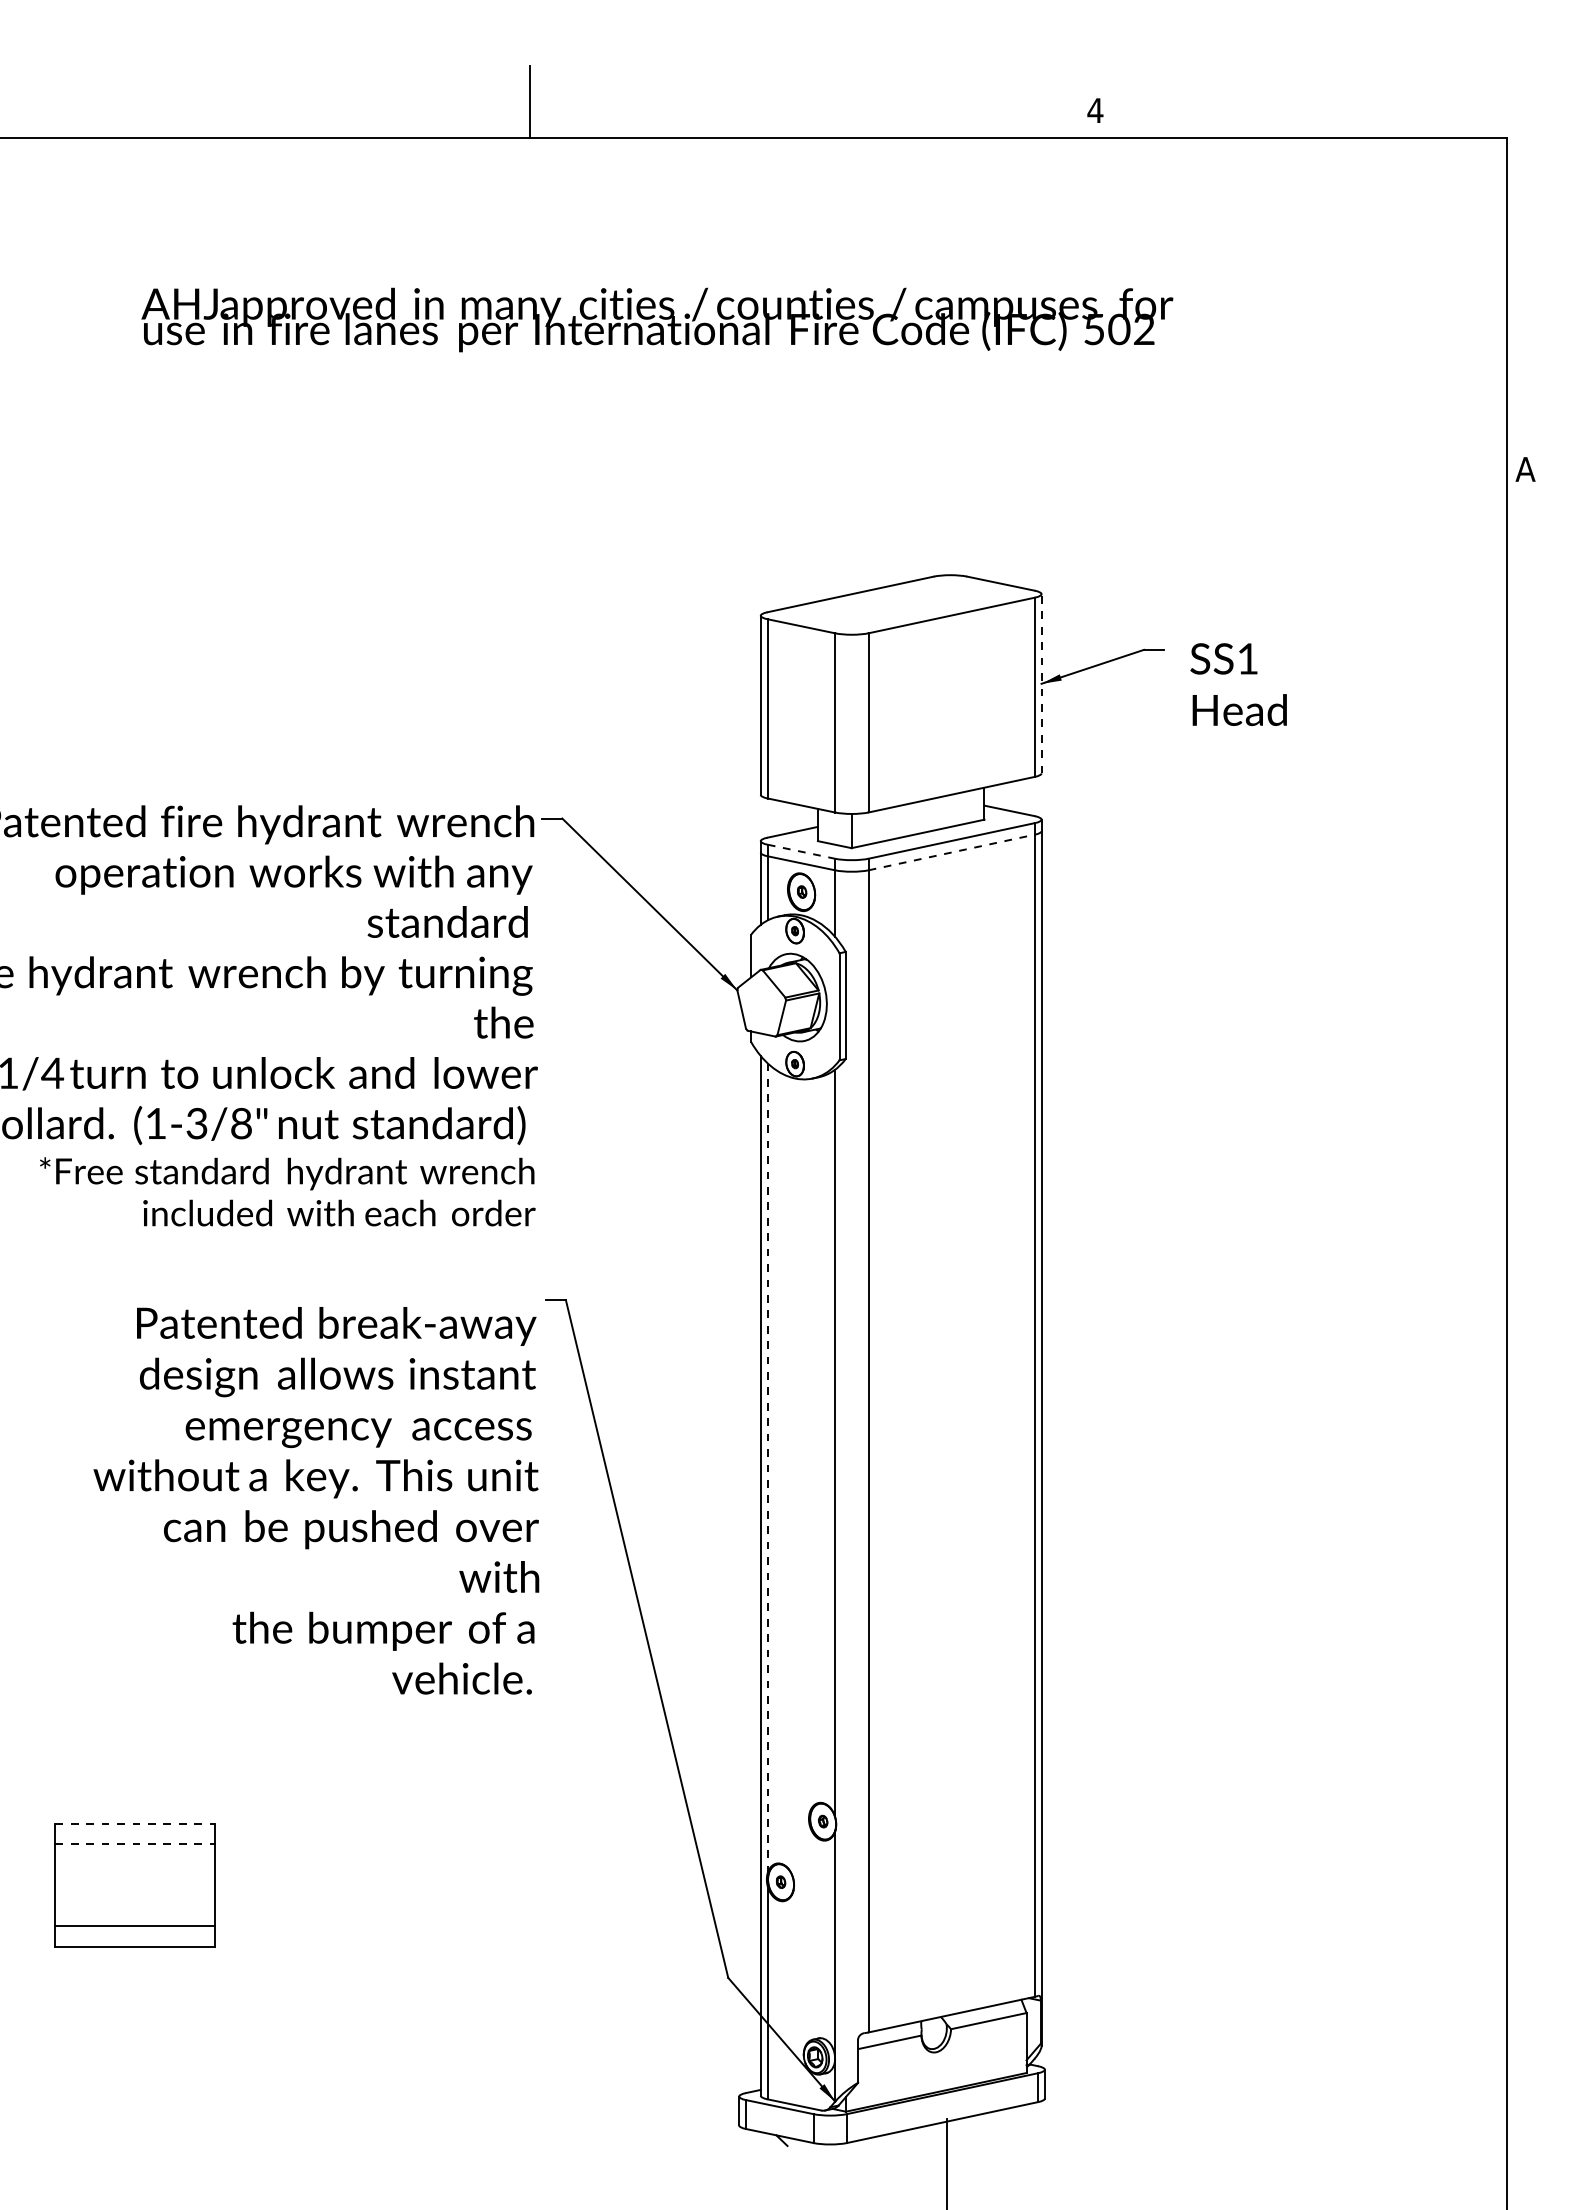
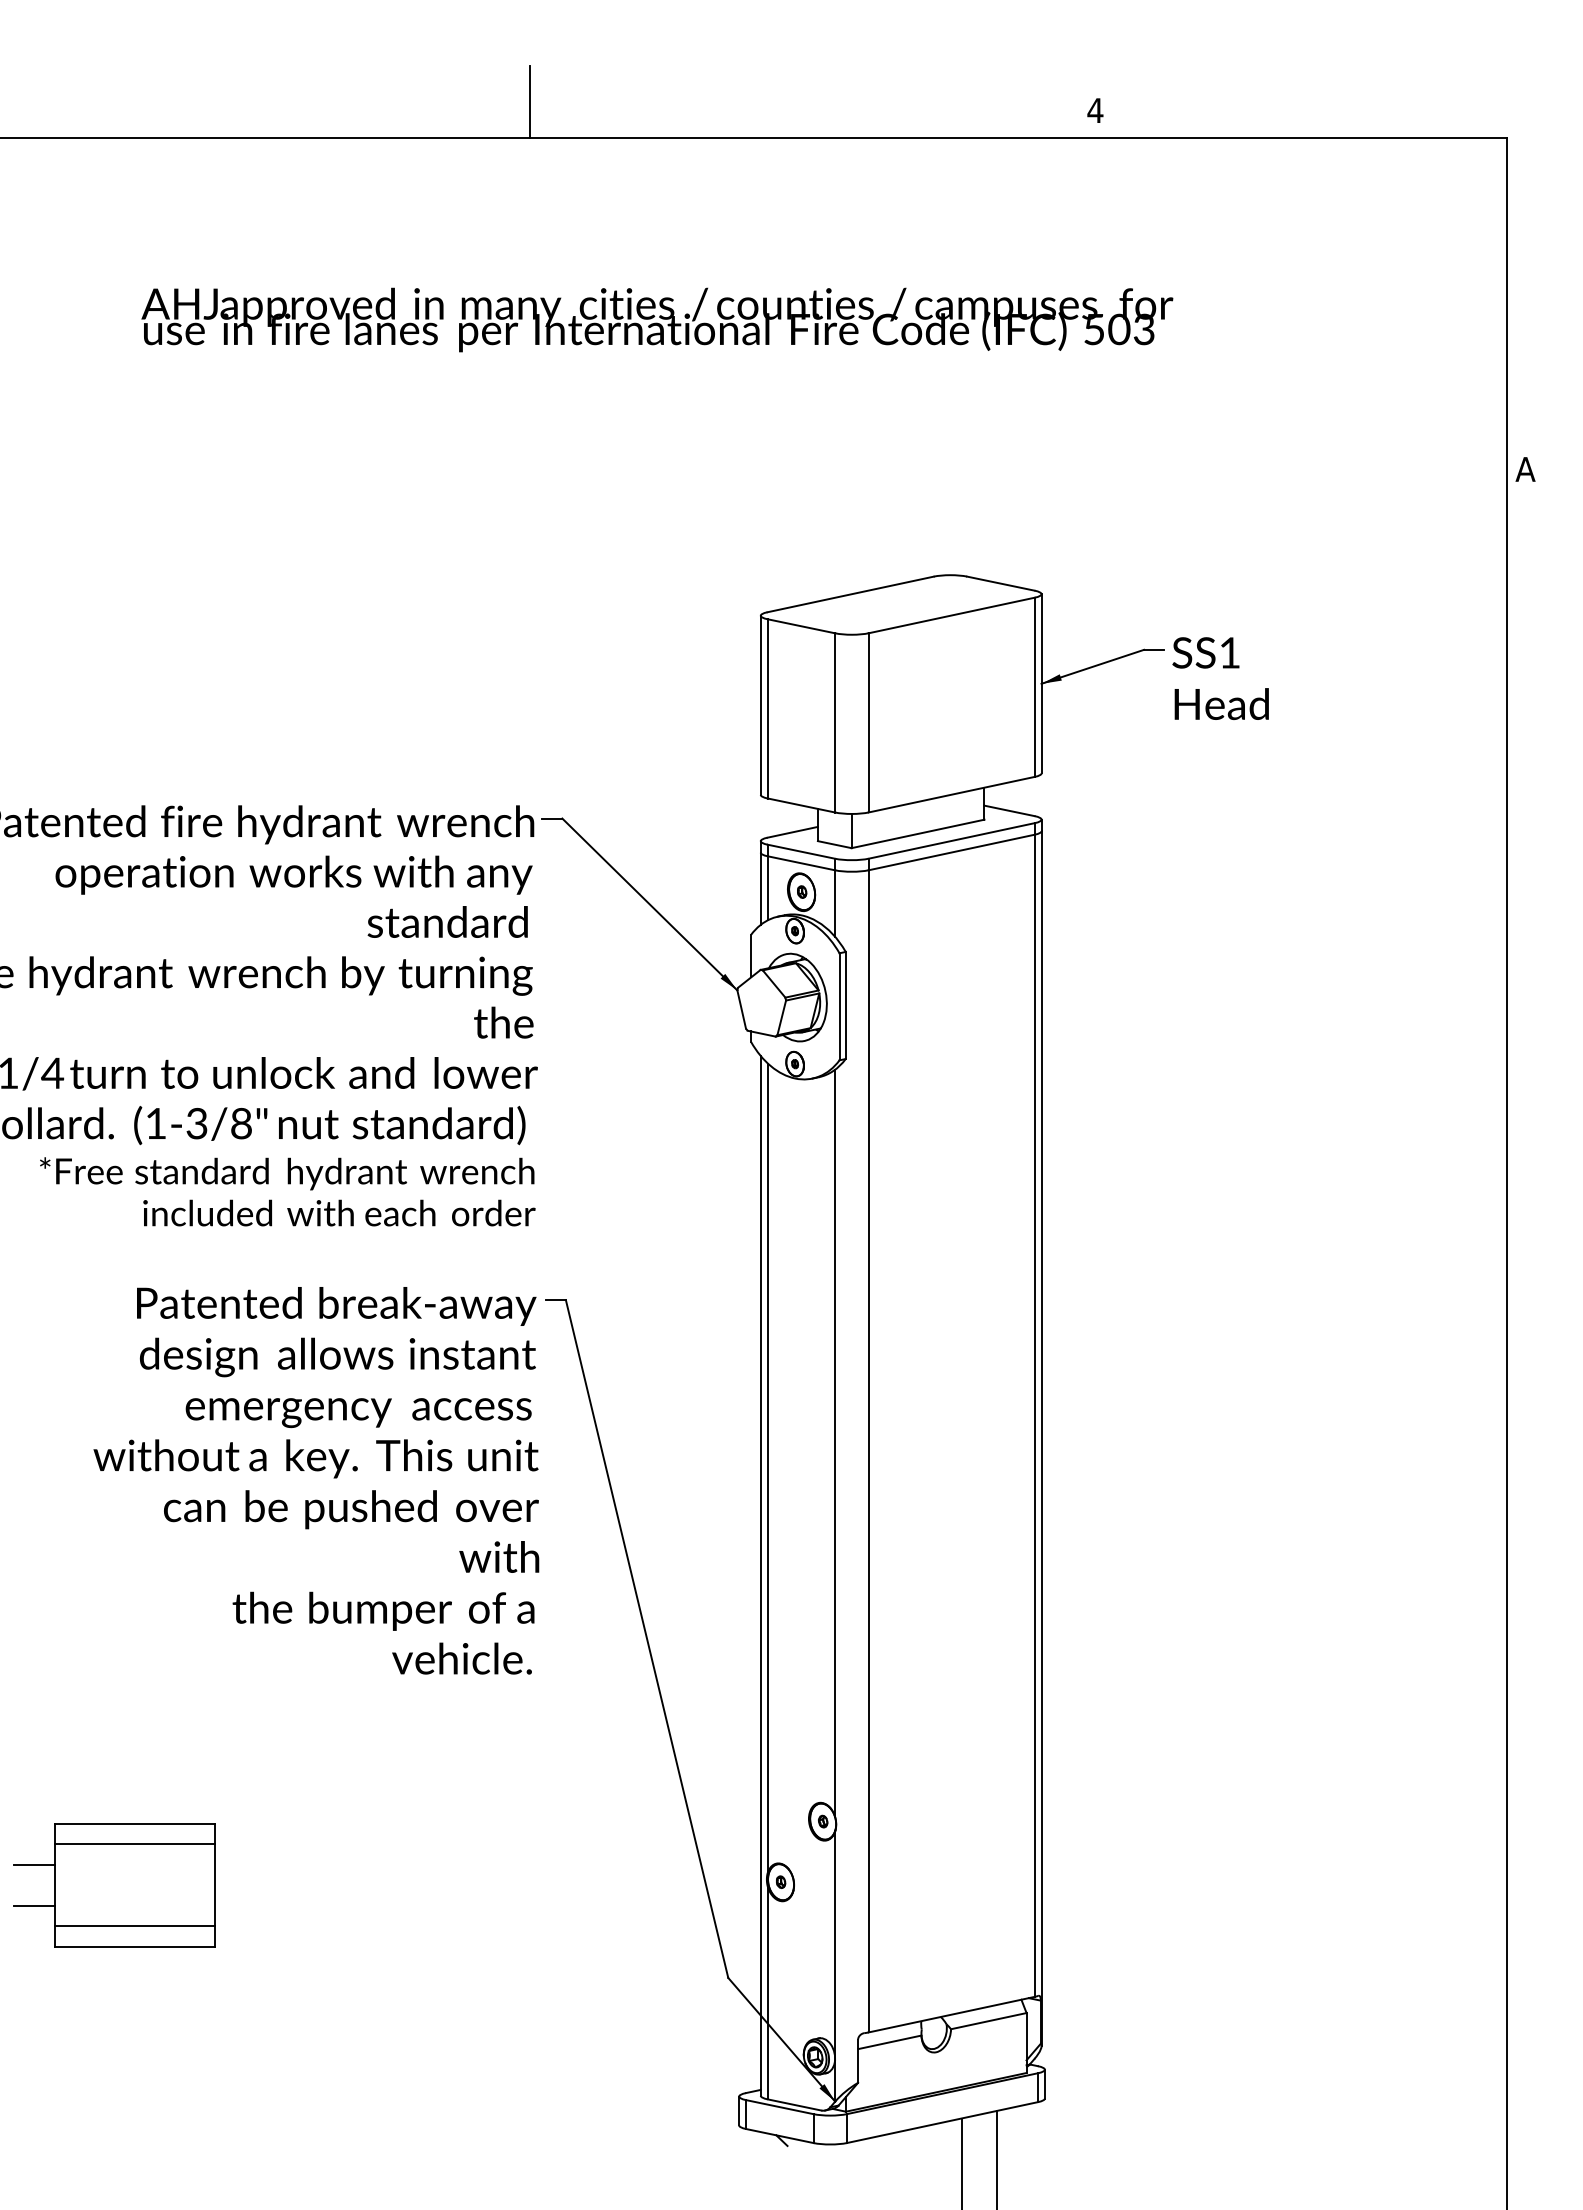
text at (1143, 330): 502 -> 503
line at (1041, 683): dashed -> solid
text at (1238, 684) position: (1238, 684) -> (1220, 678)
line at (802, 851): dashed -> solid
line at (951, 852): dashed -> solid
line at (767, 1468): dashed -> solid
text at (316, 1500) position: (316, 1500) -> (316, 1480)
line at (135, 1823): dashed -> solid
line at (135, 1844): dashed -> solid
line at (34, 1864): none -> present
line at (34, 1905): none -> present
line at (996, 2158): none -> present
line at (946, 2162) position: (946, 2162) -> (961, 2162)
